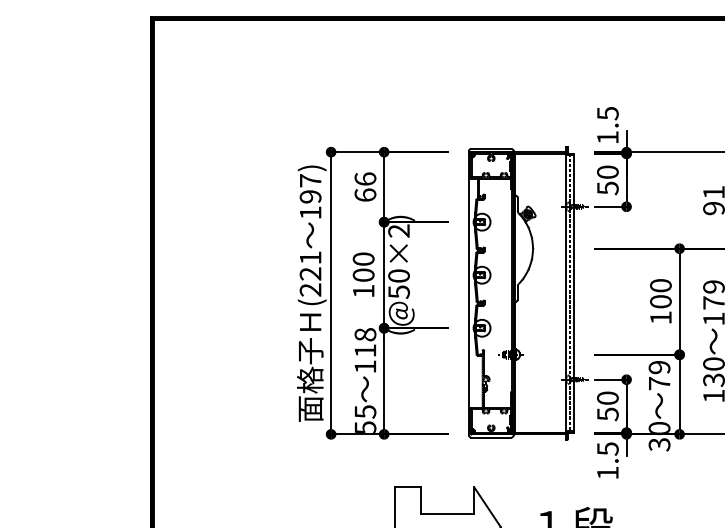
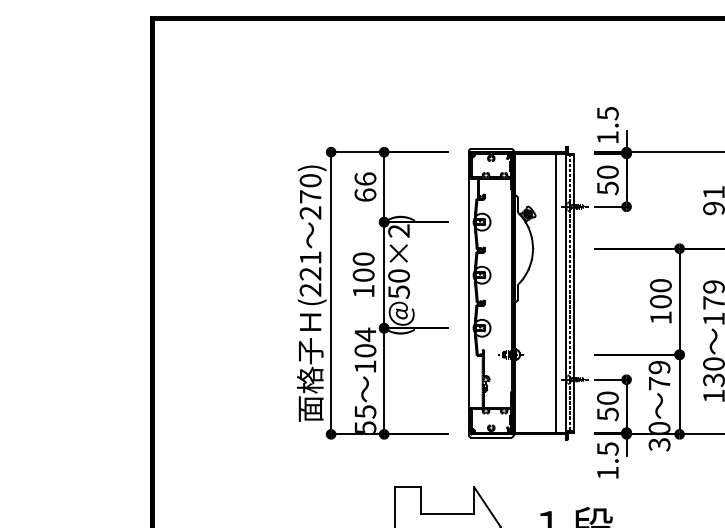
text at (310, 196): 197) -> 270)
line at (556, 292): none -> present
text at (365, 342): 118 -> 104
